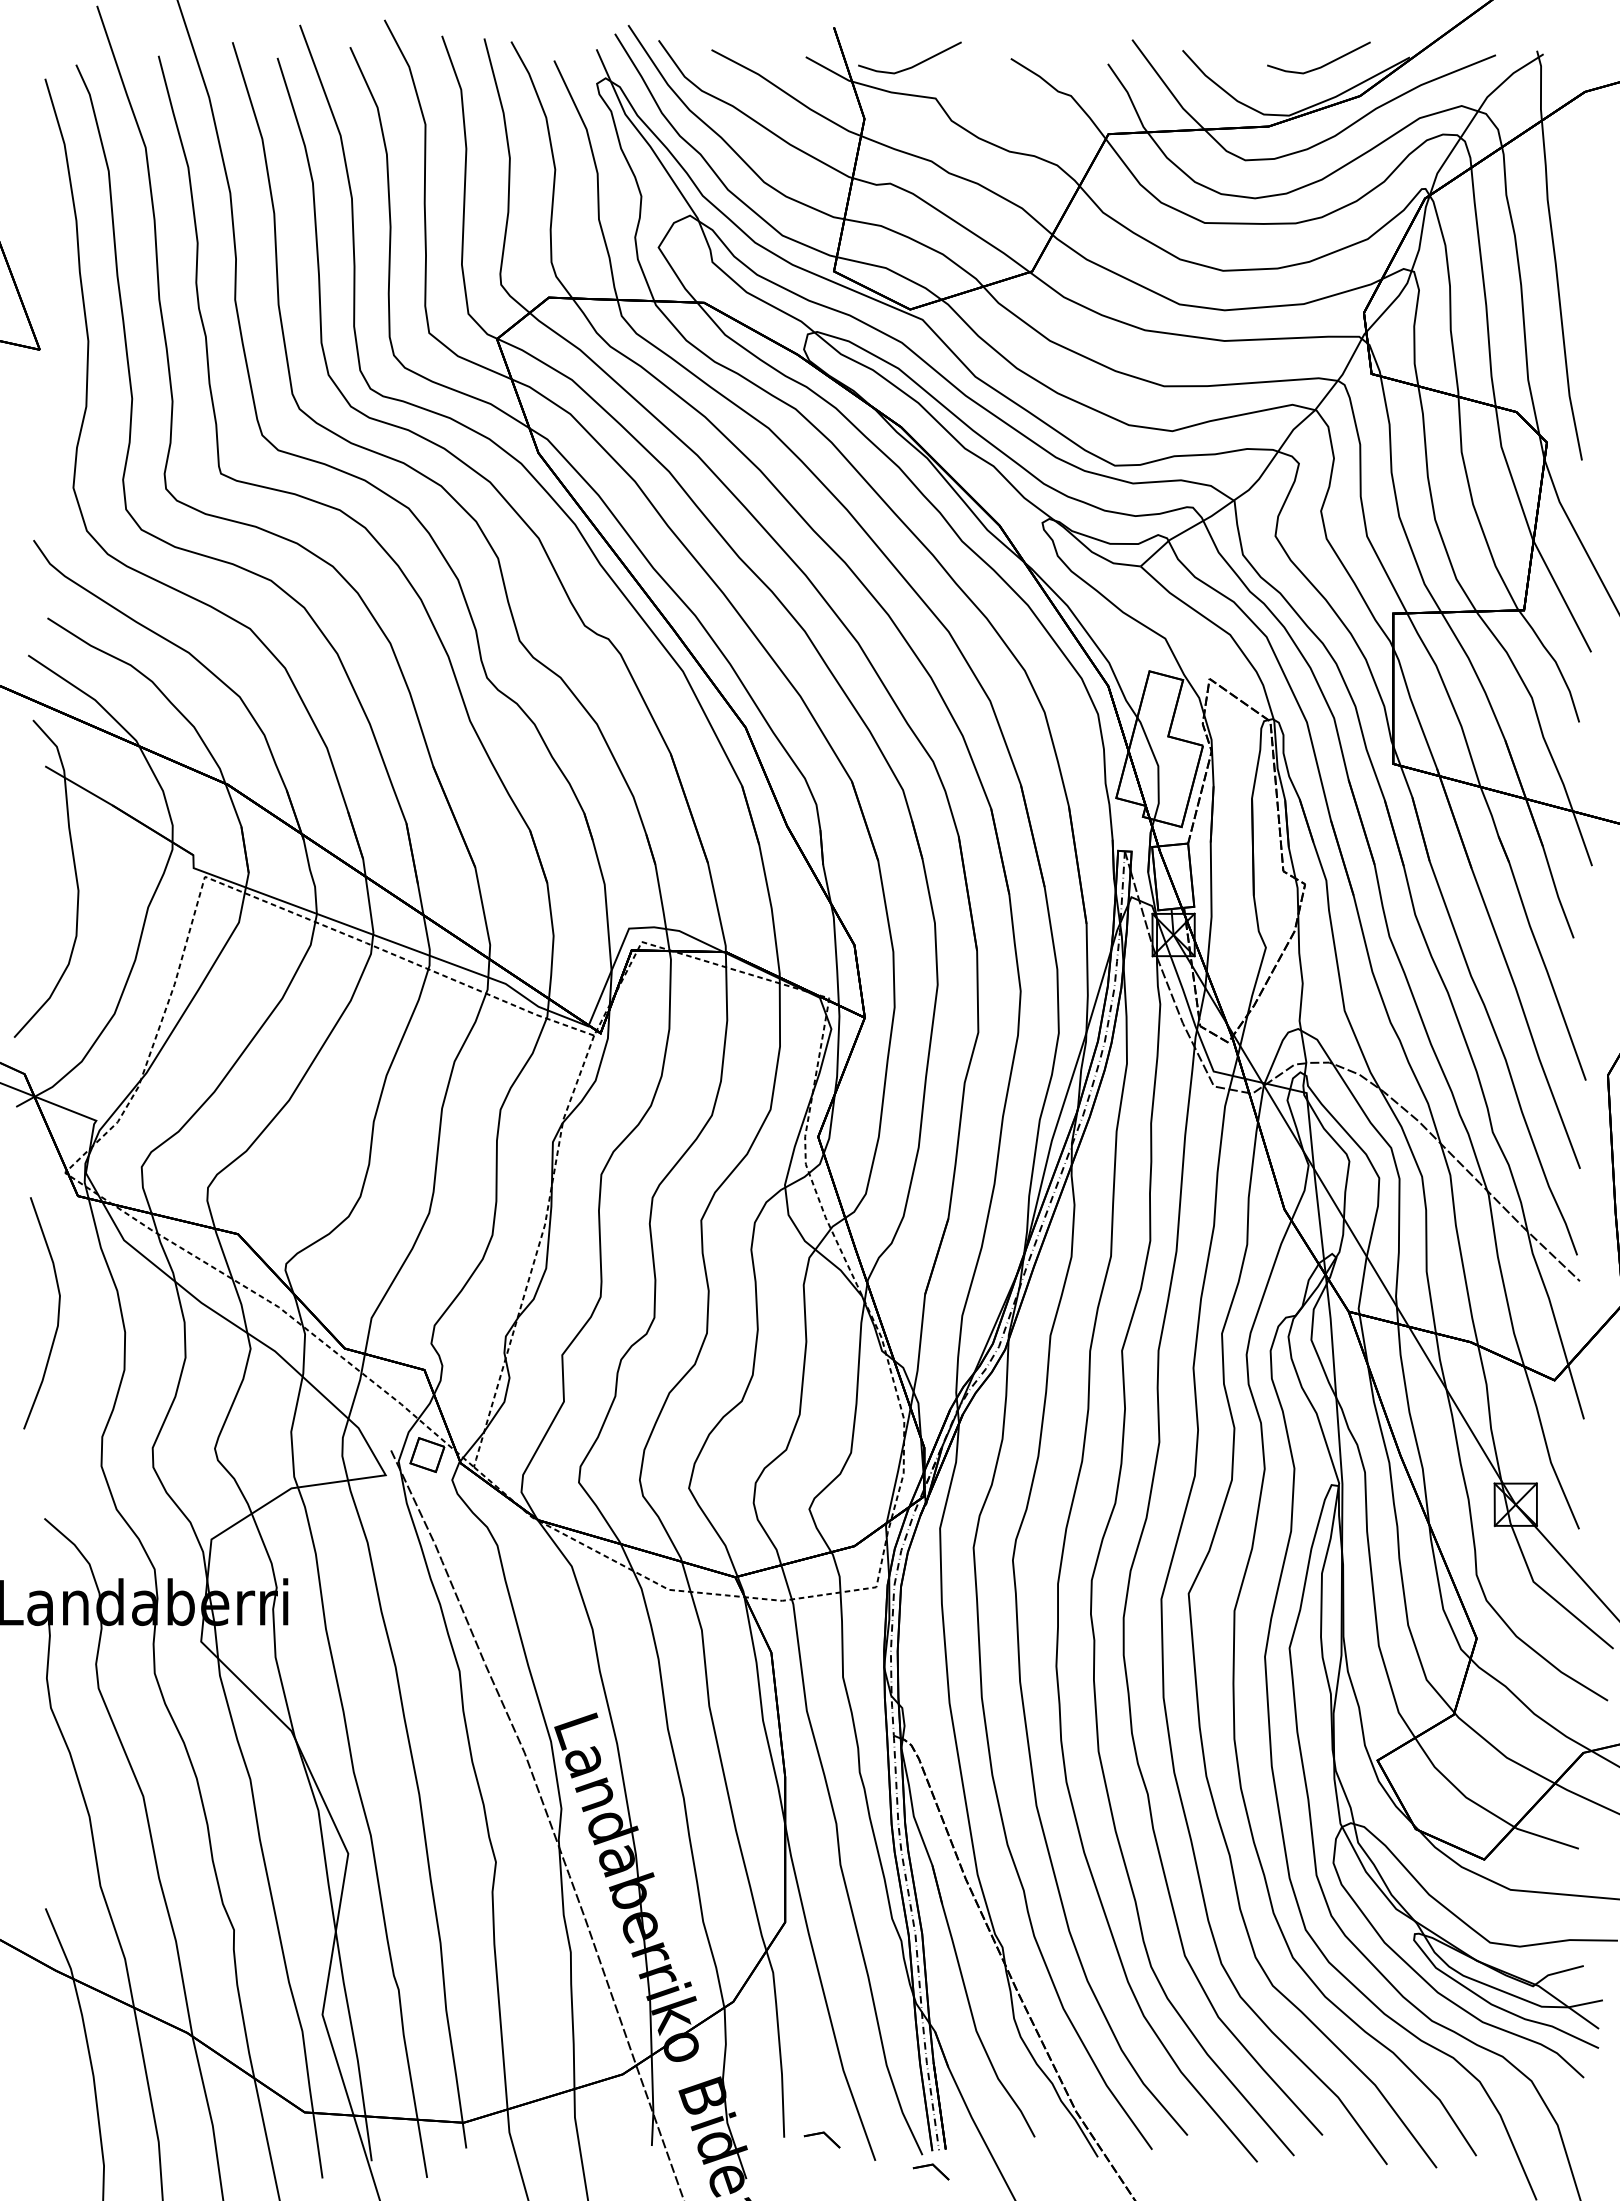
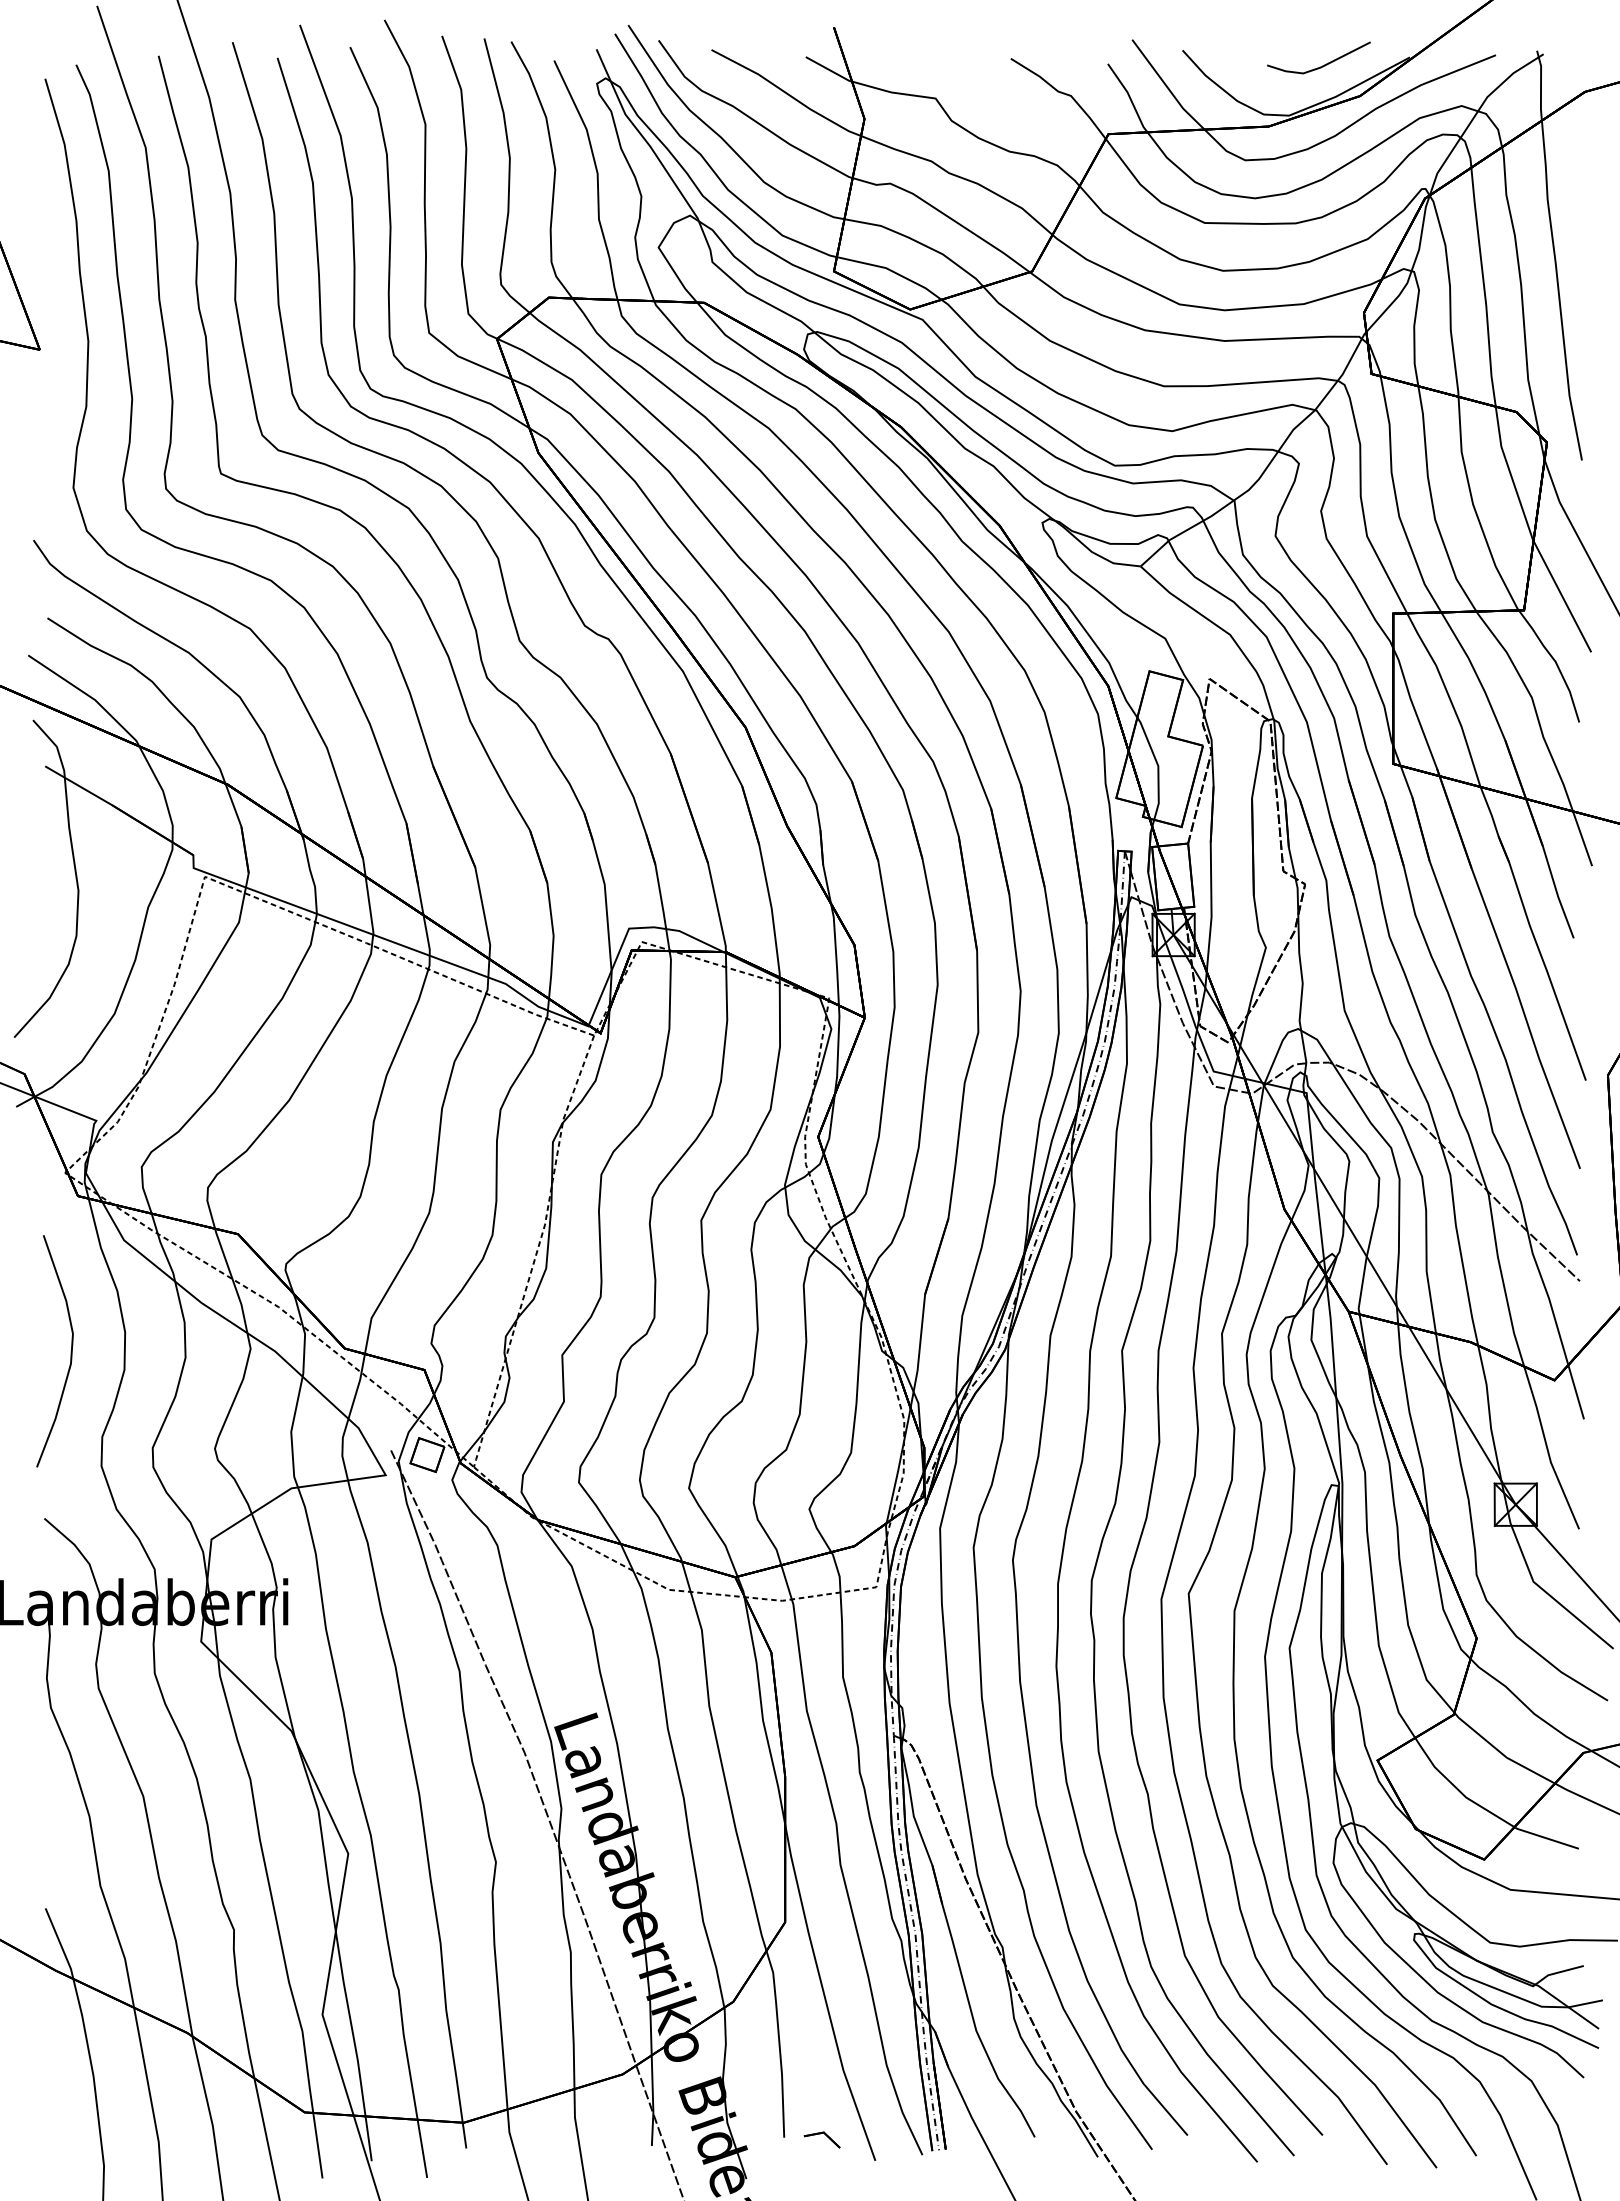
line at (913, 65): present -> none
curve at (57, 1313) position: (57, 1313) -> (70, 1351)
part at (930, 2171): present -> none
